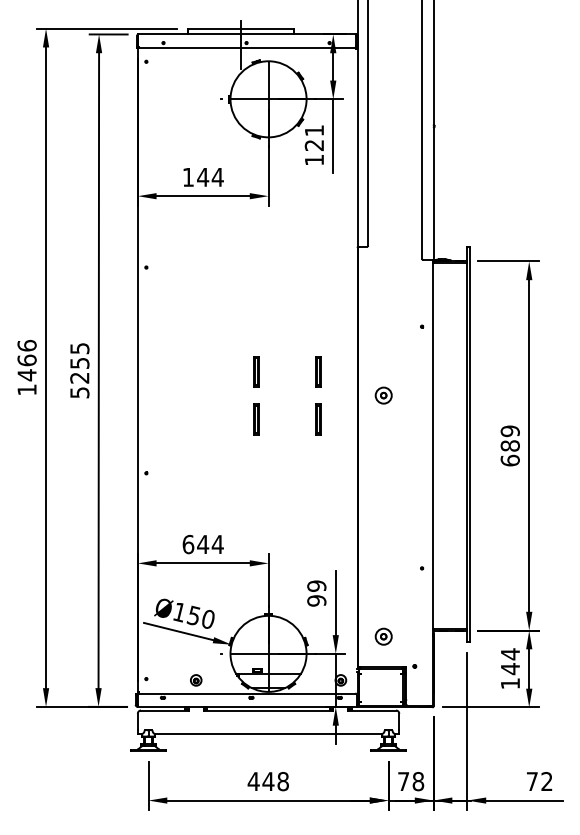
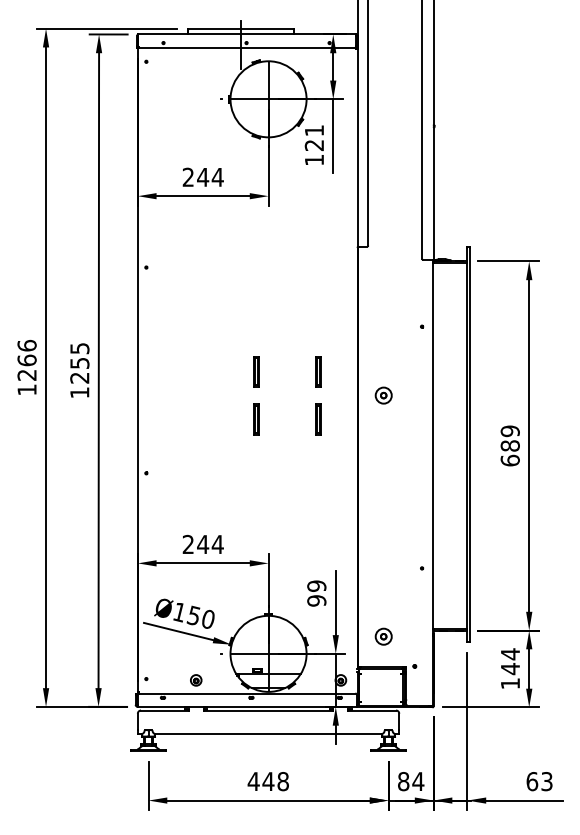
text at (187, 176): 144 -> 244
text at (26, 375): 1466 -> 1266
text at (79, 392): 5255 -> 1255
text at (188, 544): 644 -> 244
text at (411, 781): 78 -> 84
text at (539, 781): 72 -> 63
